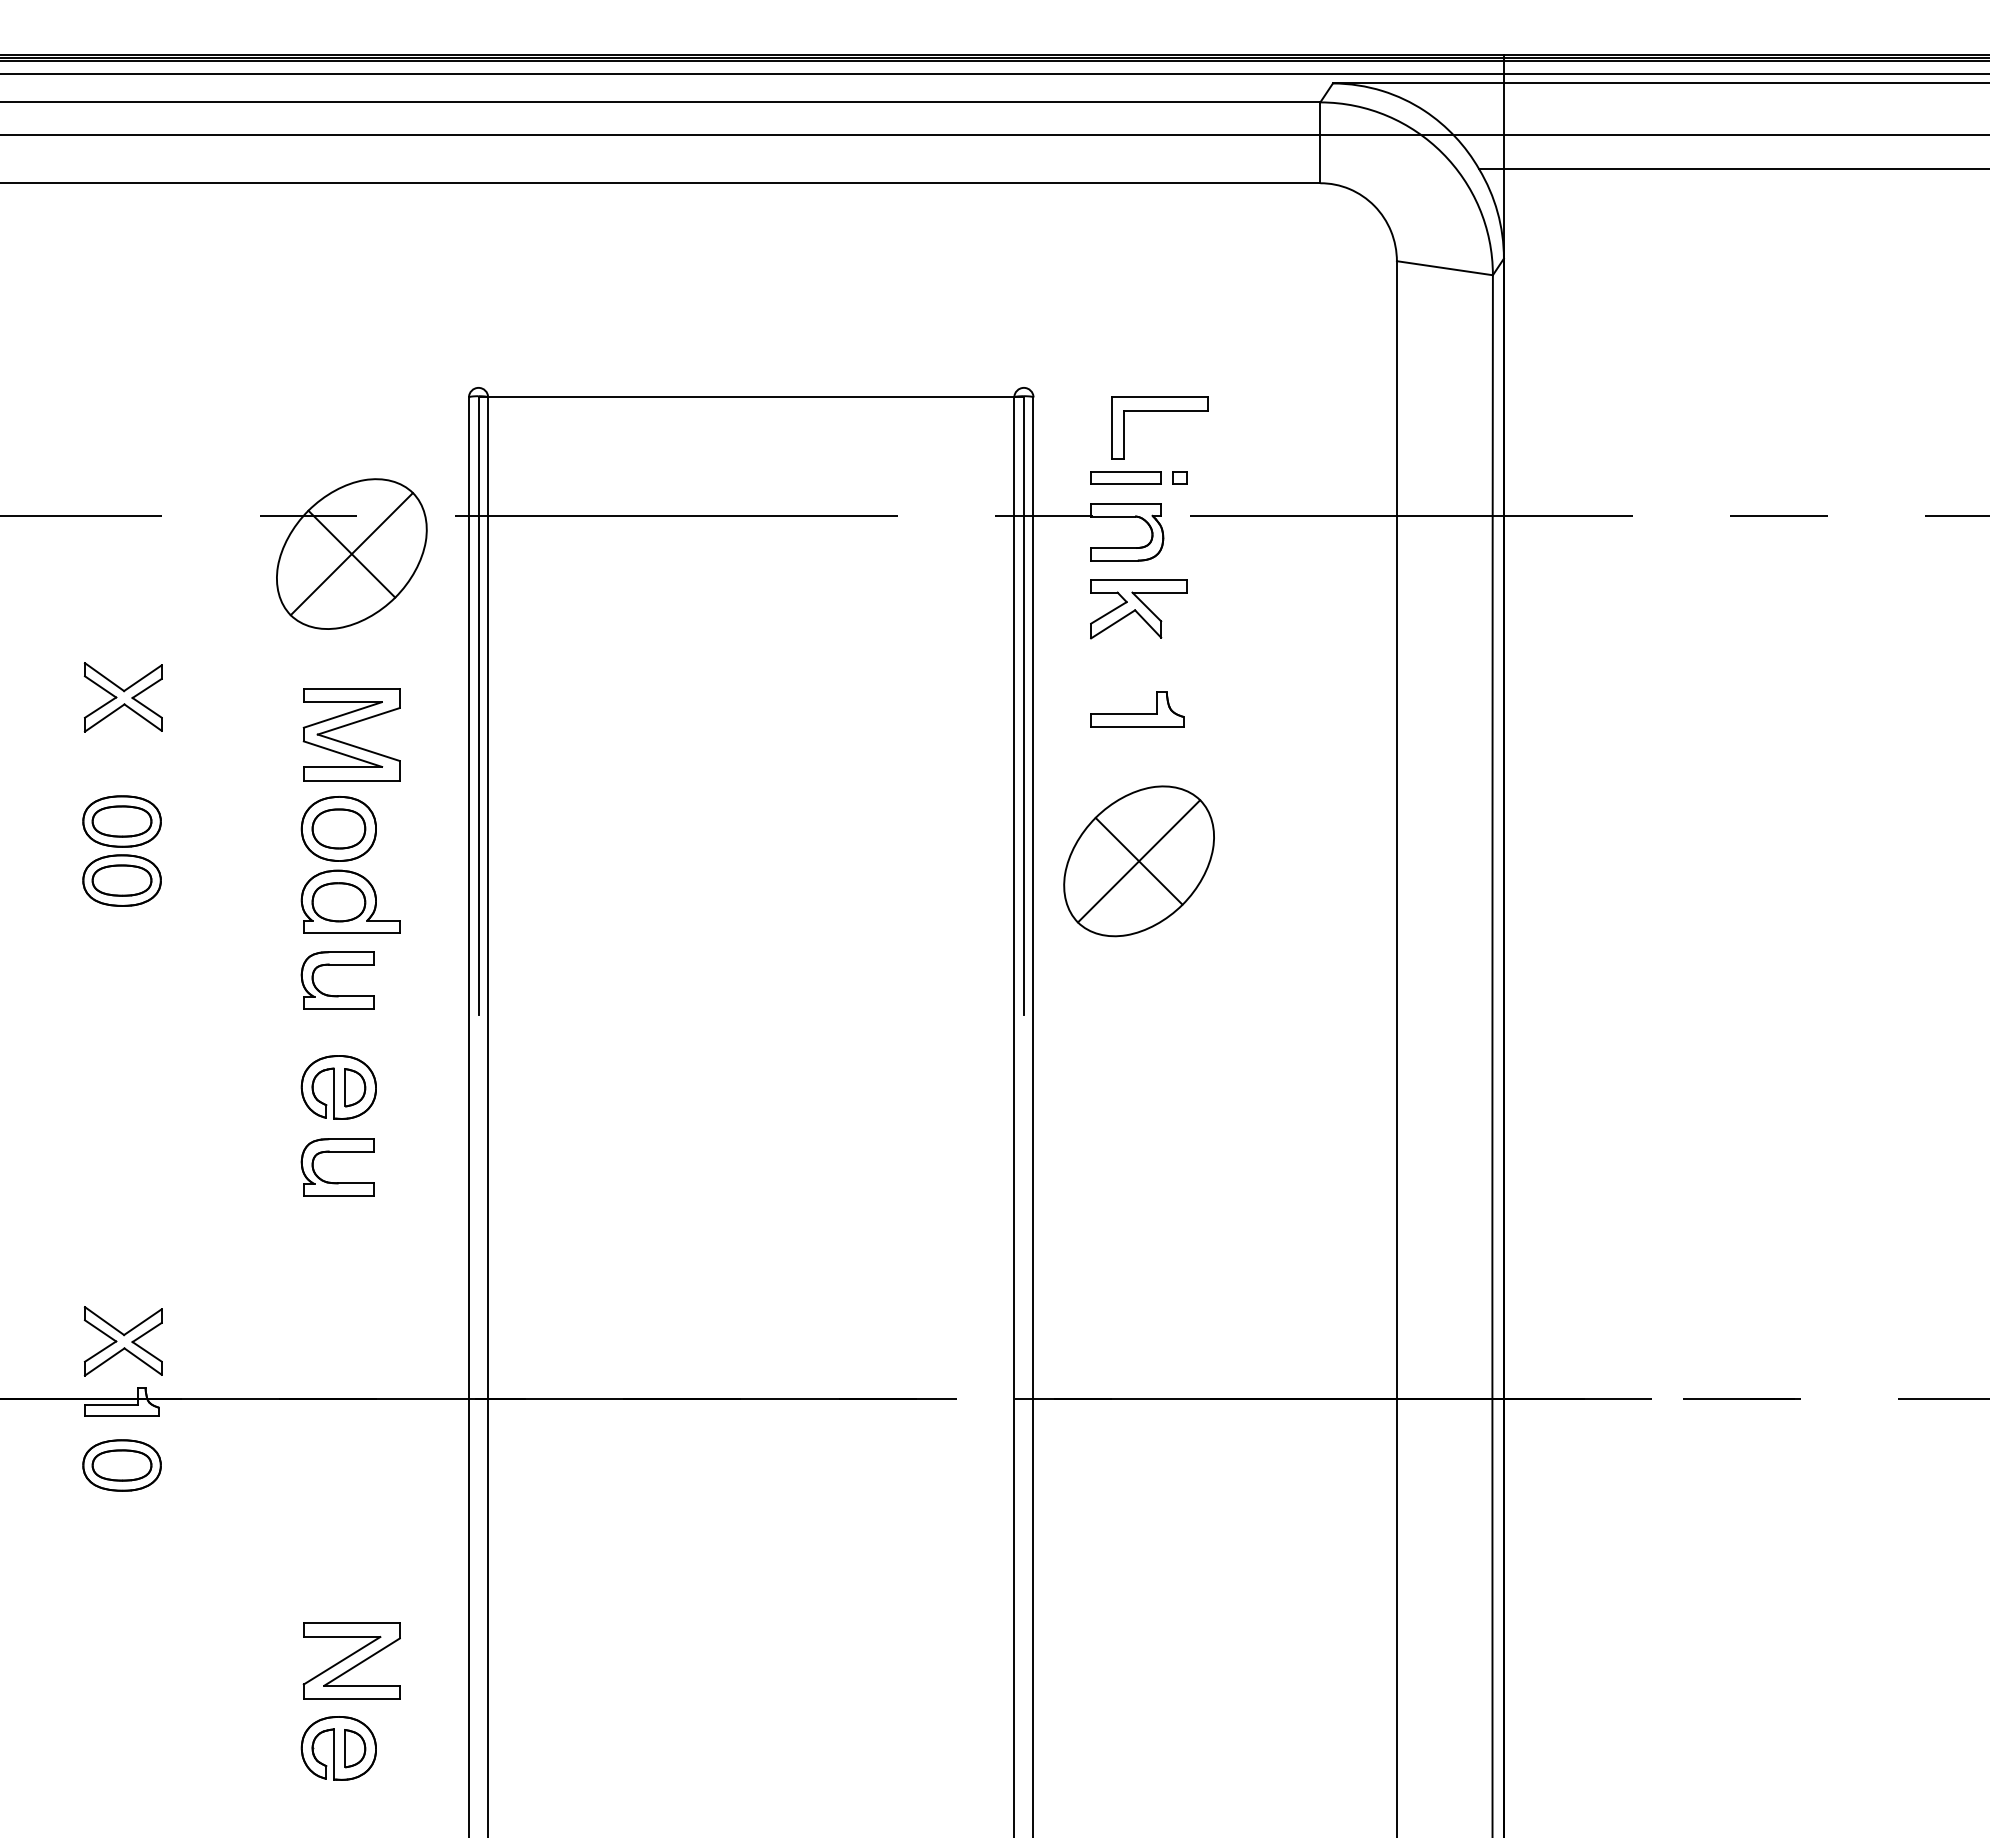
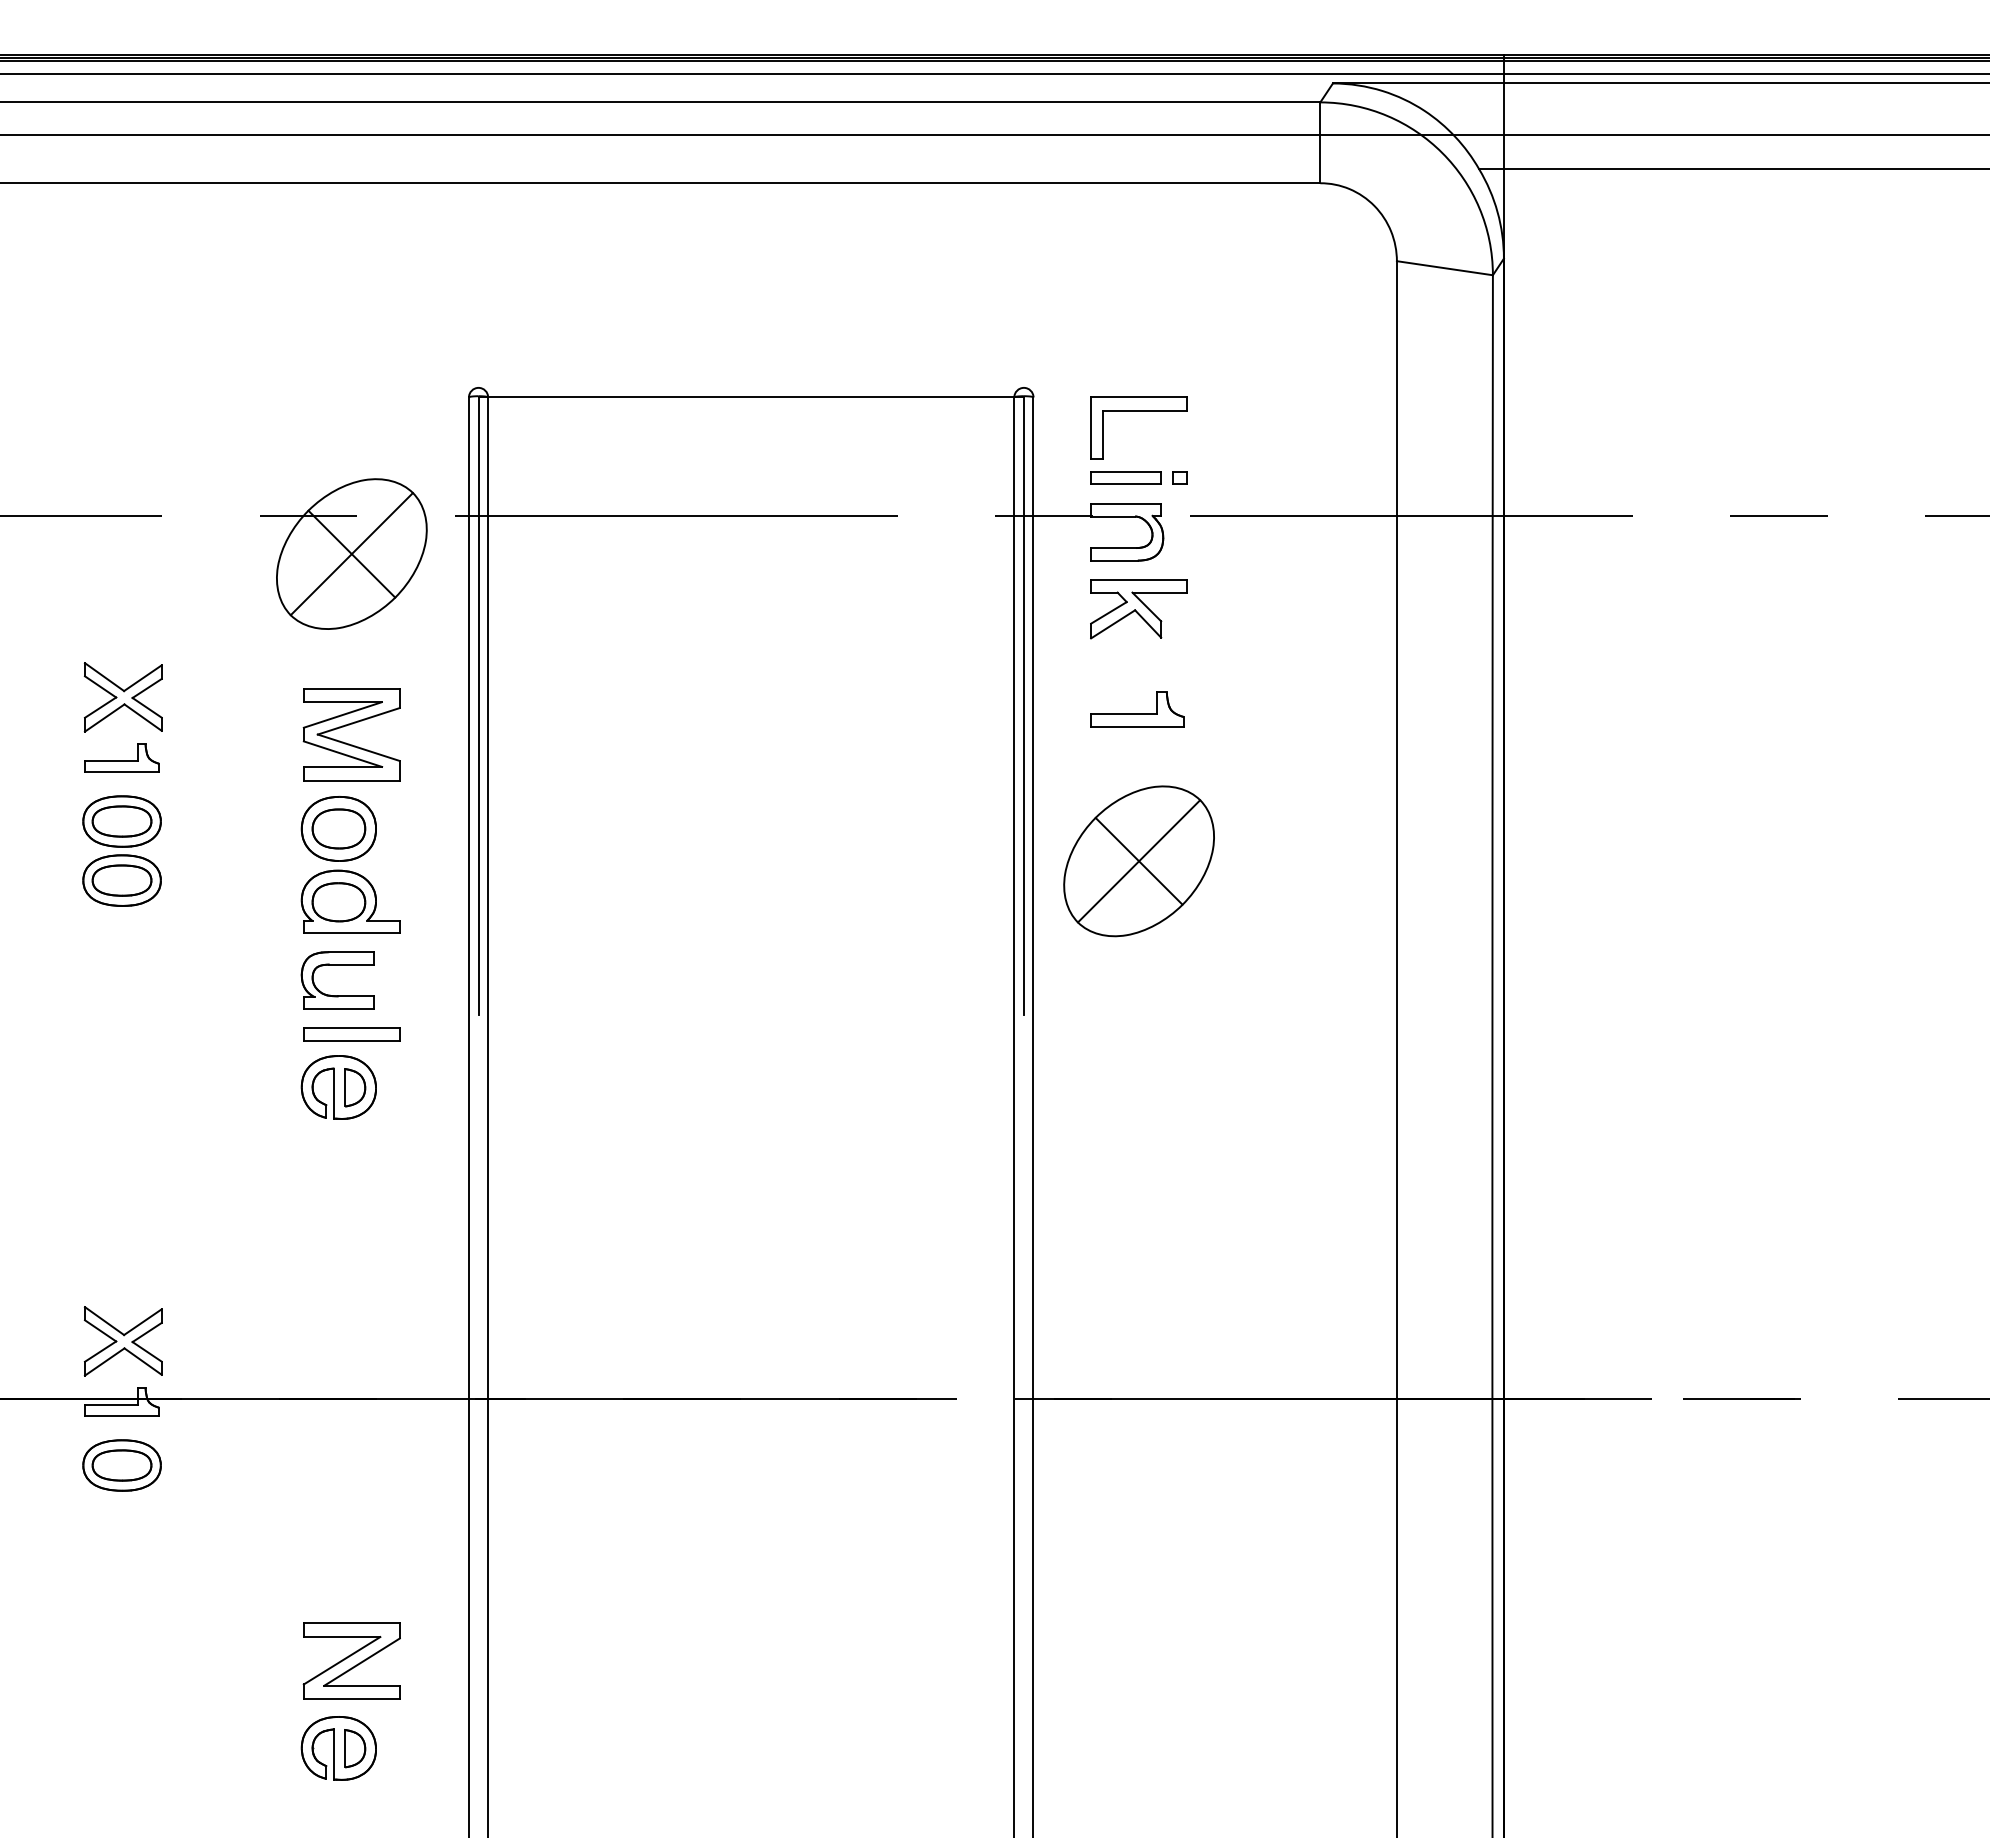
part at (1159, 411) position: (1159, 411) -> (1138, 411)
part at (121, 757): none -> present
part at (351, 1034): none -> present
part at (337, 1152): present -> none
